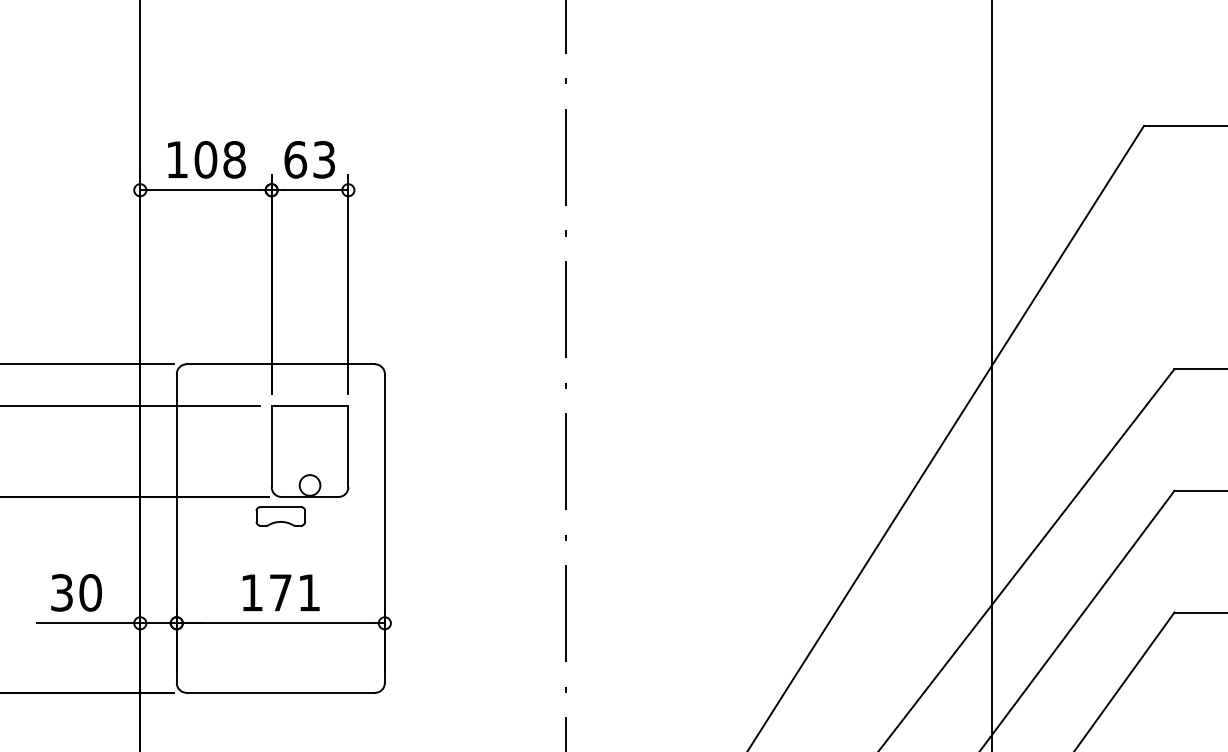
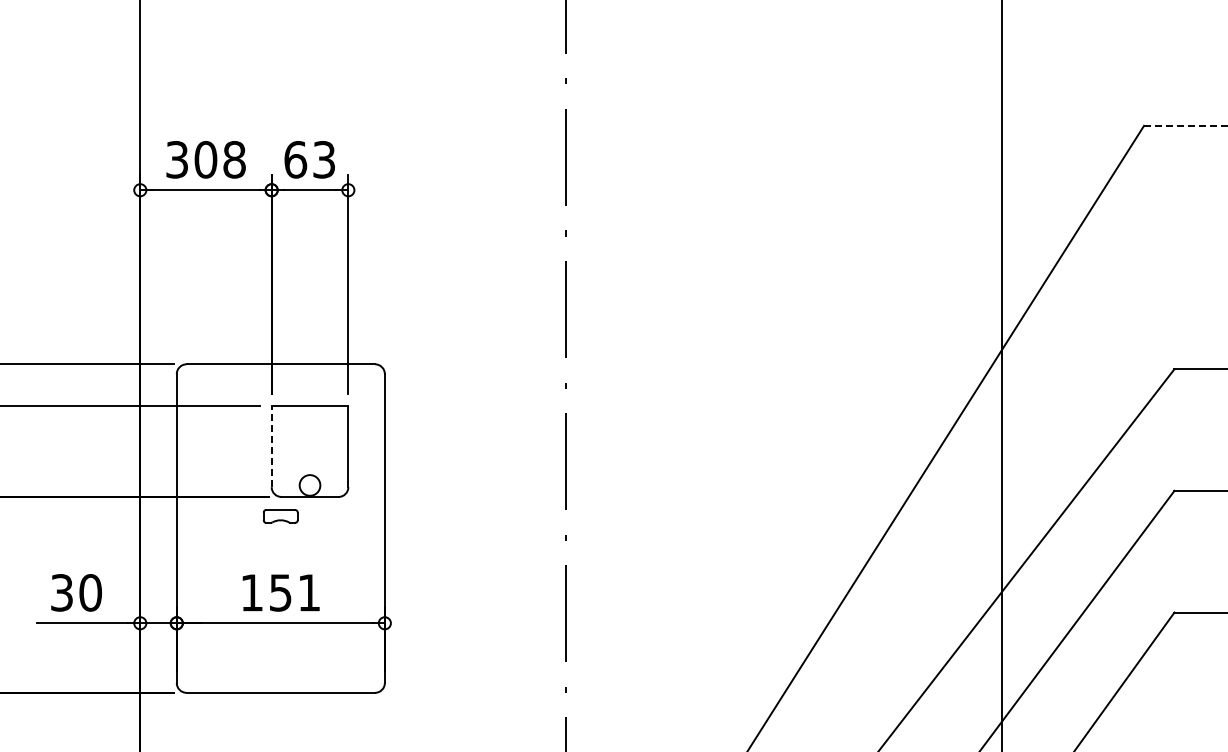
line at (1186, 125): solid -> dashed
text at (176, 159): 108 -> 308
line at (991, 375) position: (991, 375) -> (1001, 375)
line at (271, 446): solid -> dashed
part at (280, 516) size: 51x21 px -> 37x15 px
text at (280, 592): 171 -> 151
